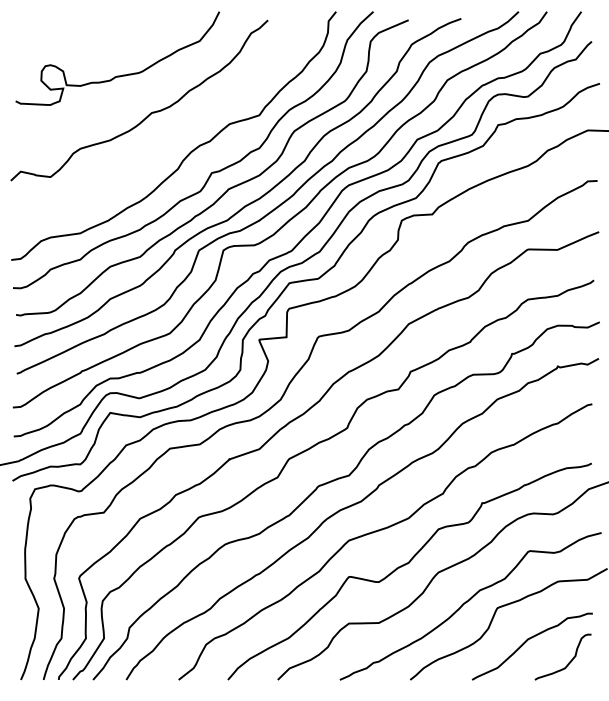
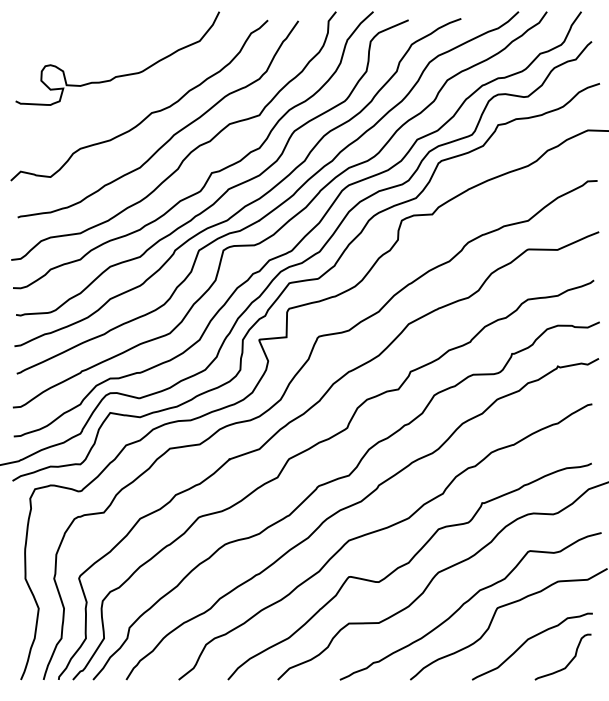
curve at (173, 134): none -> present
